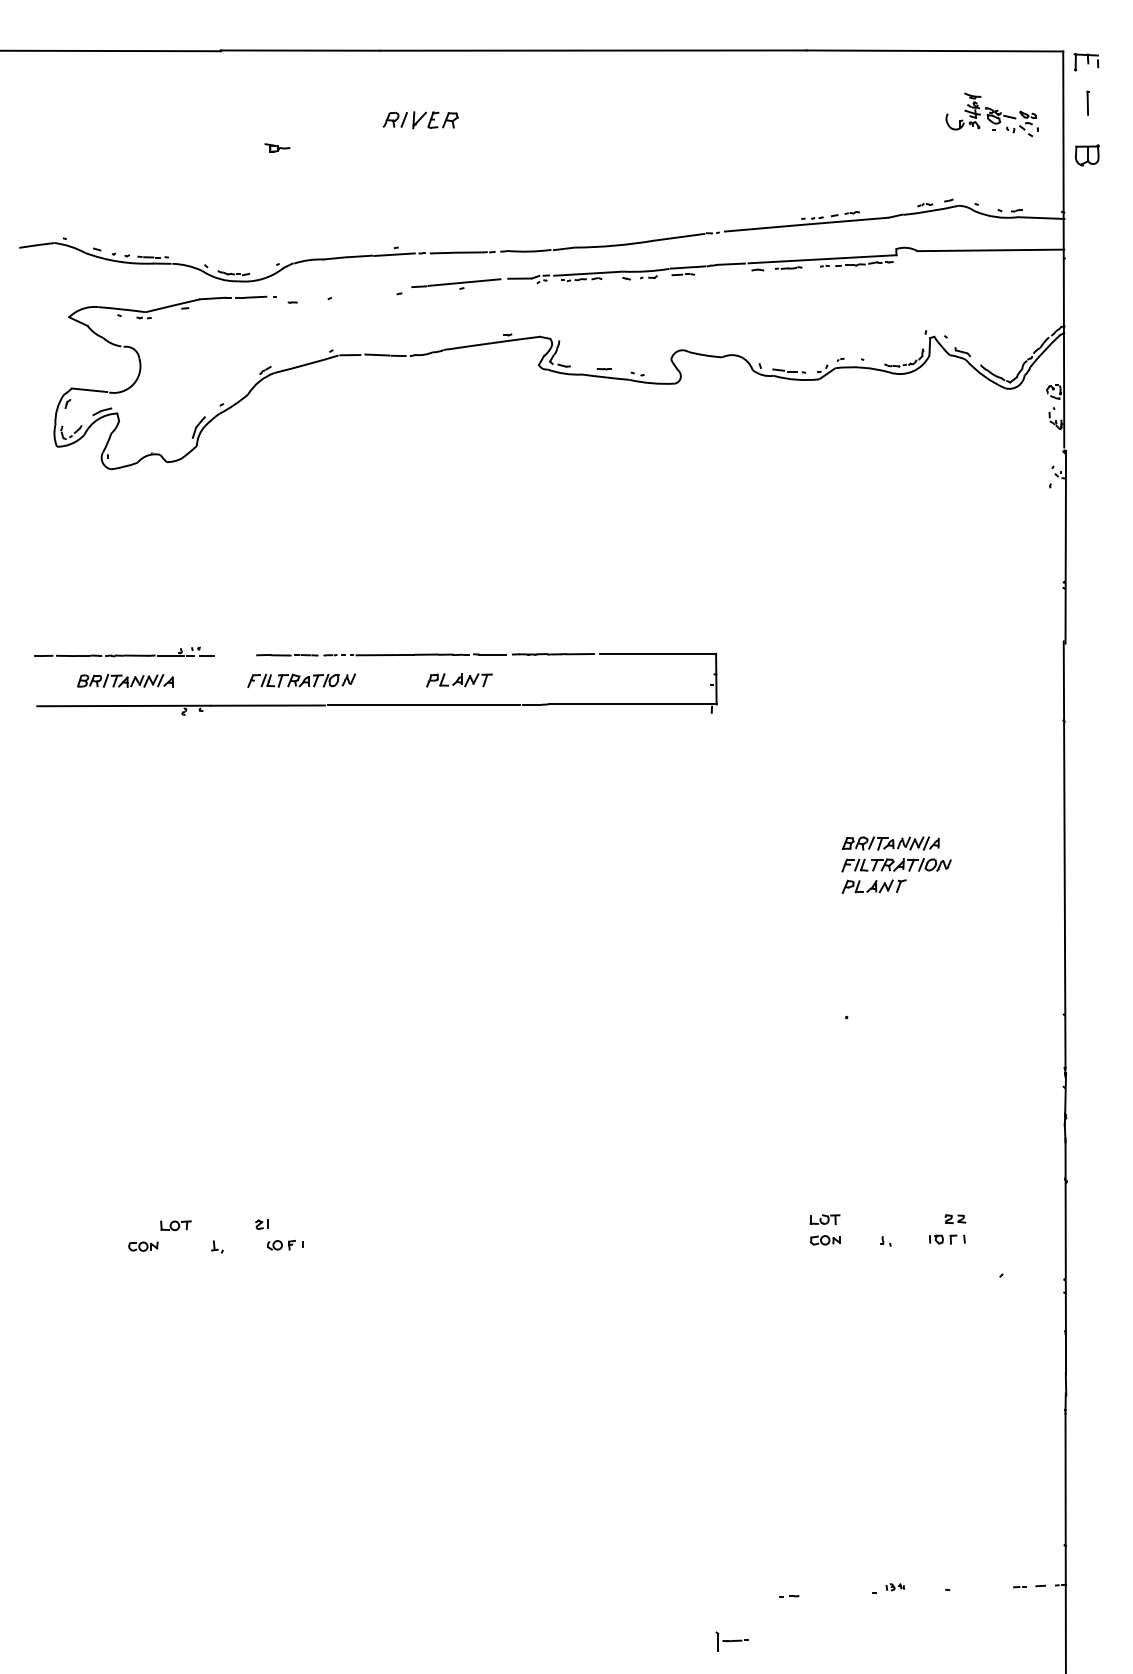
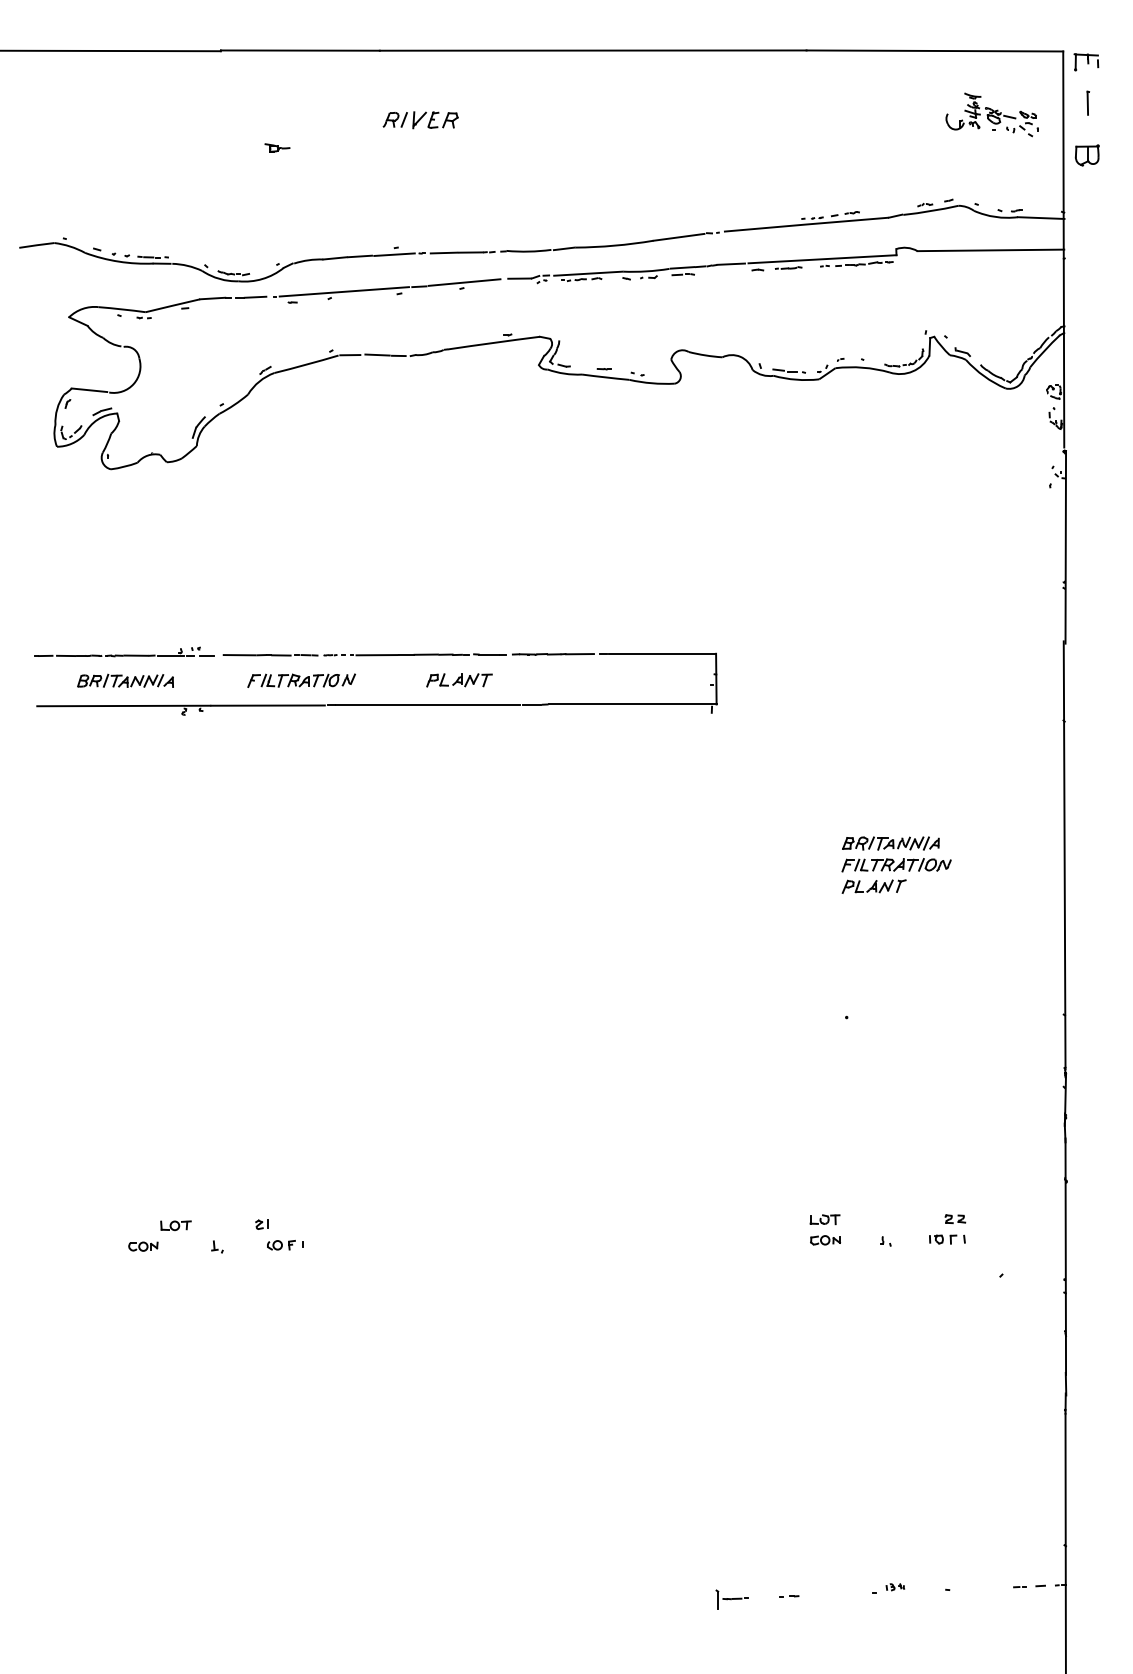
line at (343, 291): none -> present
line at (239, 655): none -> present
part at (731, 1641) position: (731, 1641) -> (731, 1599)
